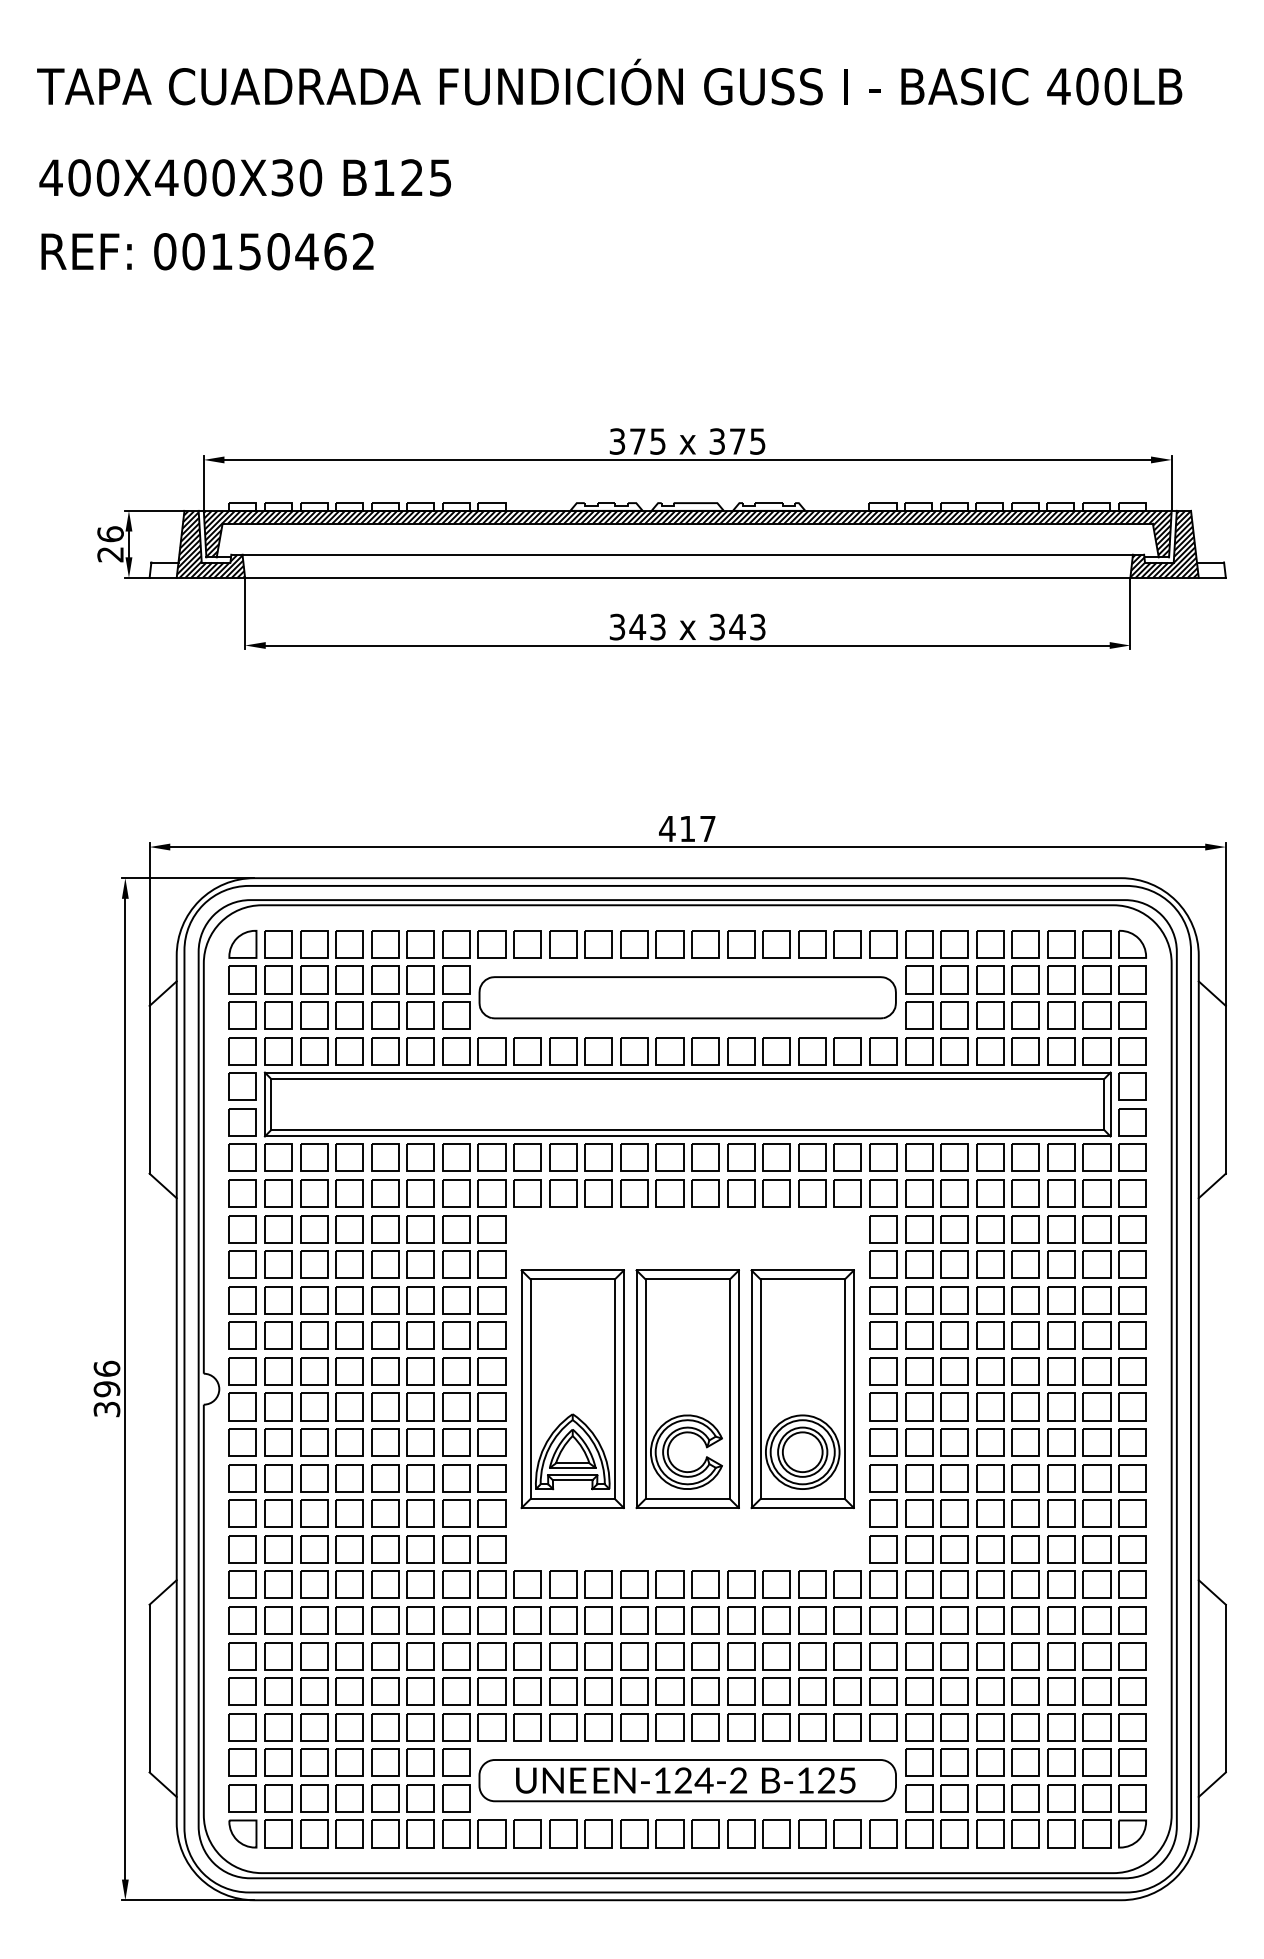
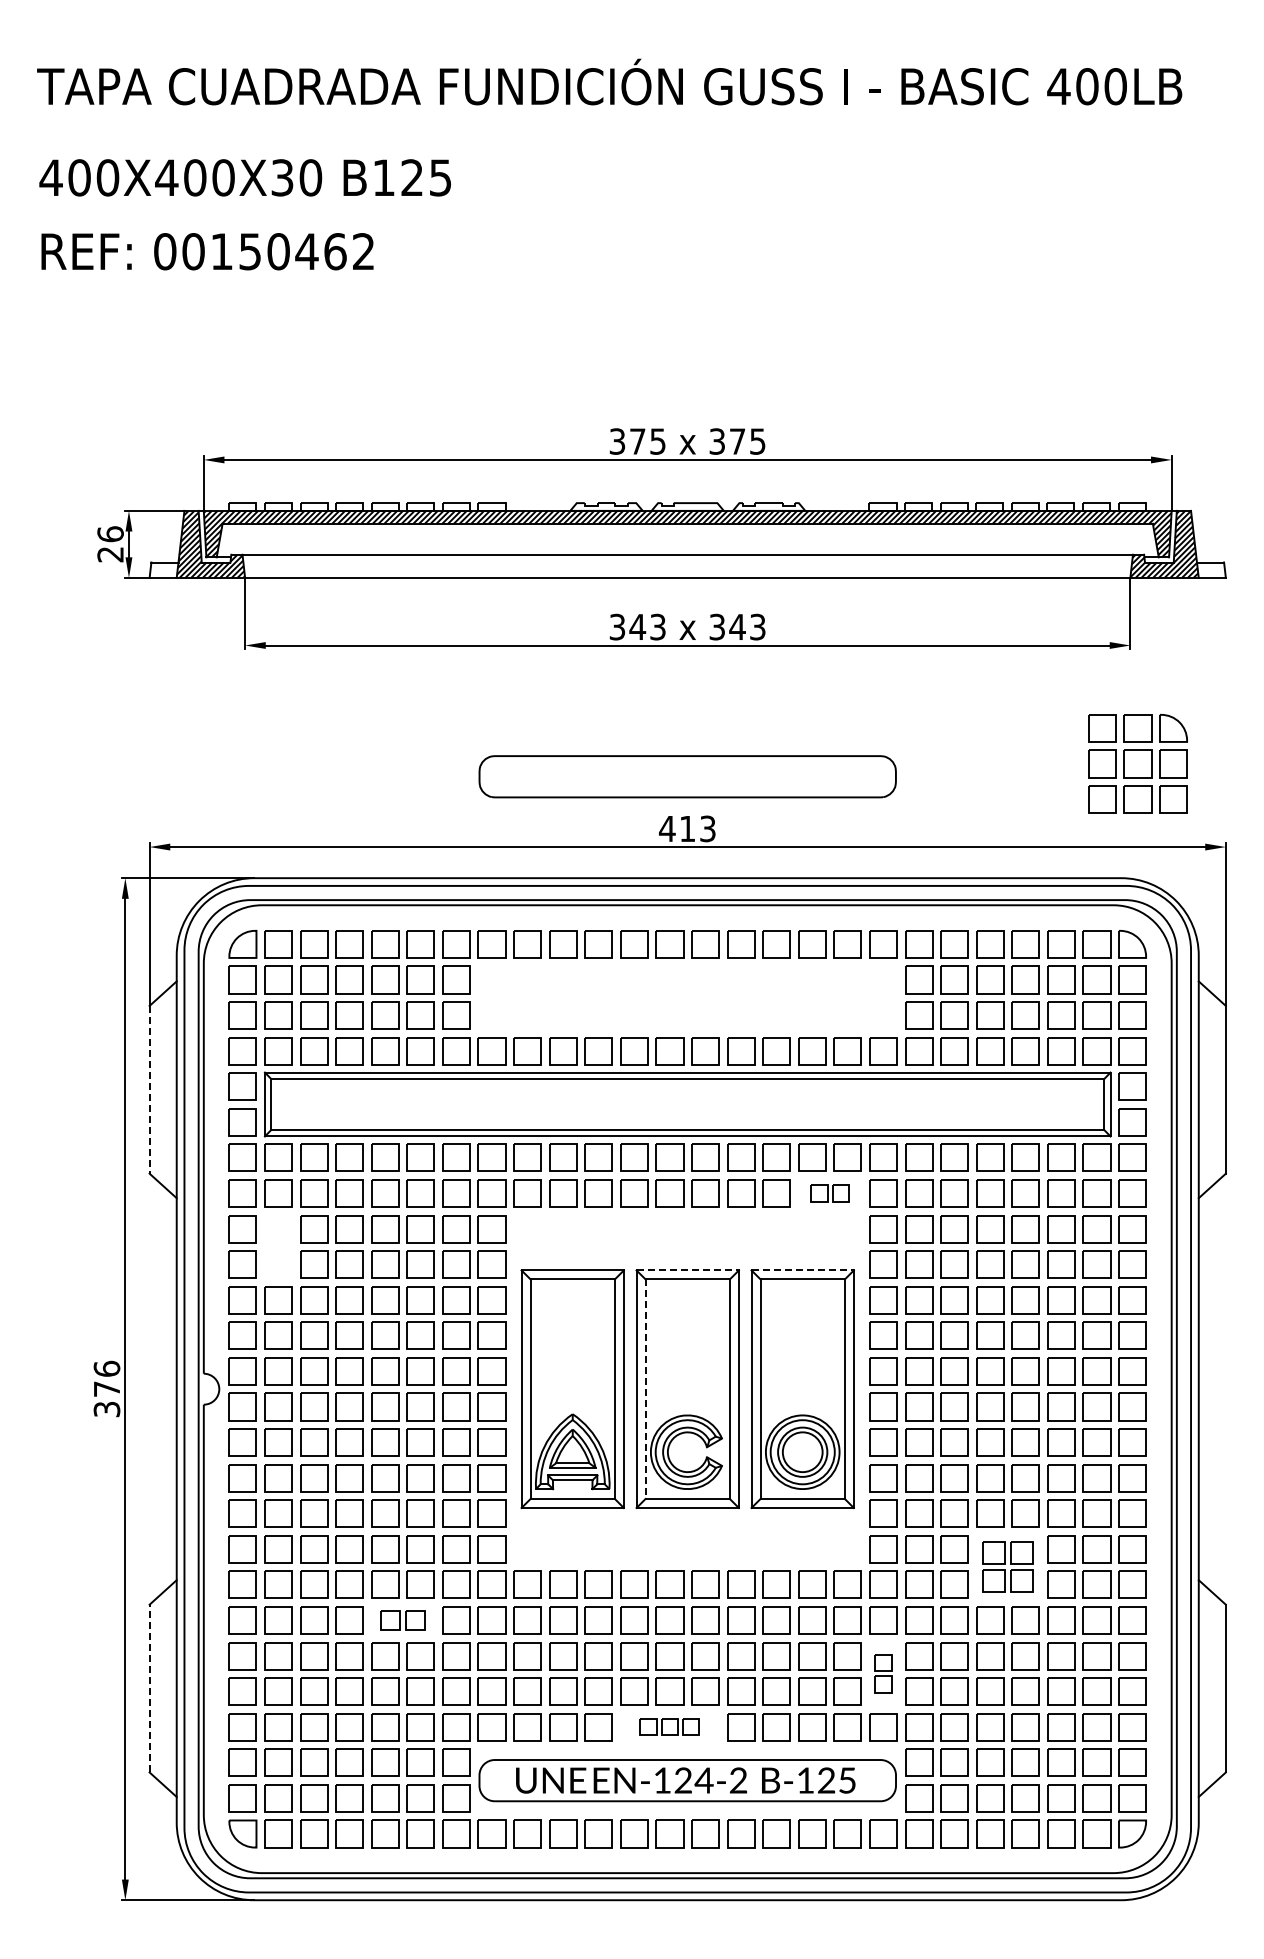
part at (1137, 763): none -> present
text at (707, 828): 417 -> 413
part at (687, 997) position: (687, 997) -> (687, 776)
line at (149, 1089): solid -> dashed
part at (829, 1193) size: 64x29 px -> 40x19 px
part at (278, 1246): present -> none
line at (688, 1270): solid -> dashed
line at (803, 1270): solid -> dashed
text at (106, 1389): 396 -> 376
line at (645, 1389): solid -> dashed
part at (1007, 1566) size: 64x64 px -> 52x52 px
part at (402, 1620) size: 64x29 px -> 46x21 px
part at (883, 1673) size: 29x64 px -> 19x40 px
line at (149, 1688): solid -> dashed
part at (669, 1727) size: 100x29 px -> 61x18 px
